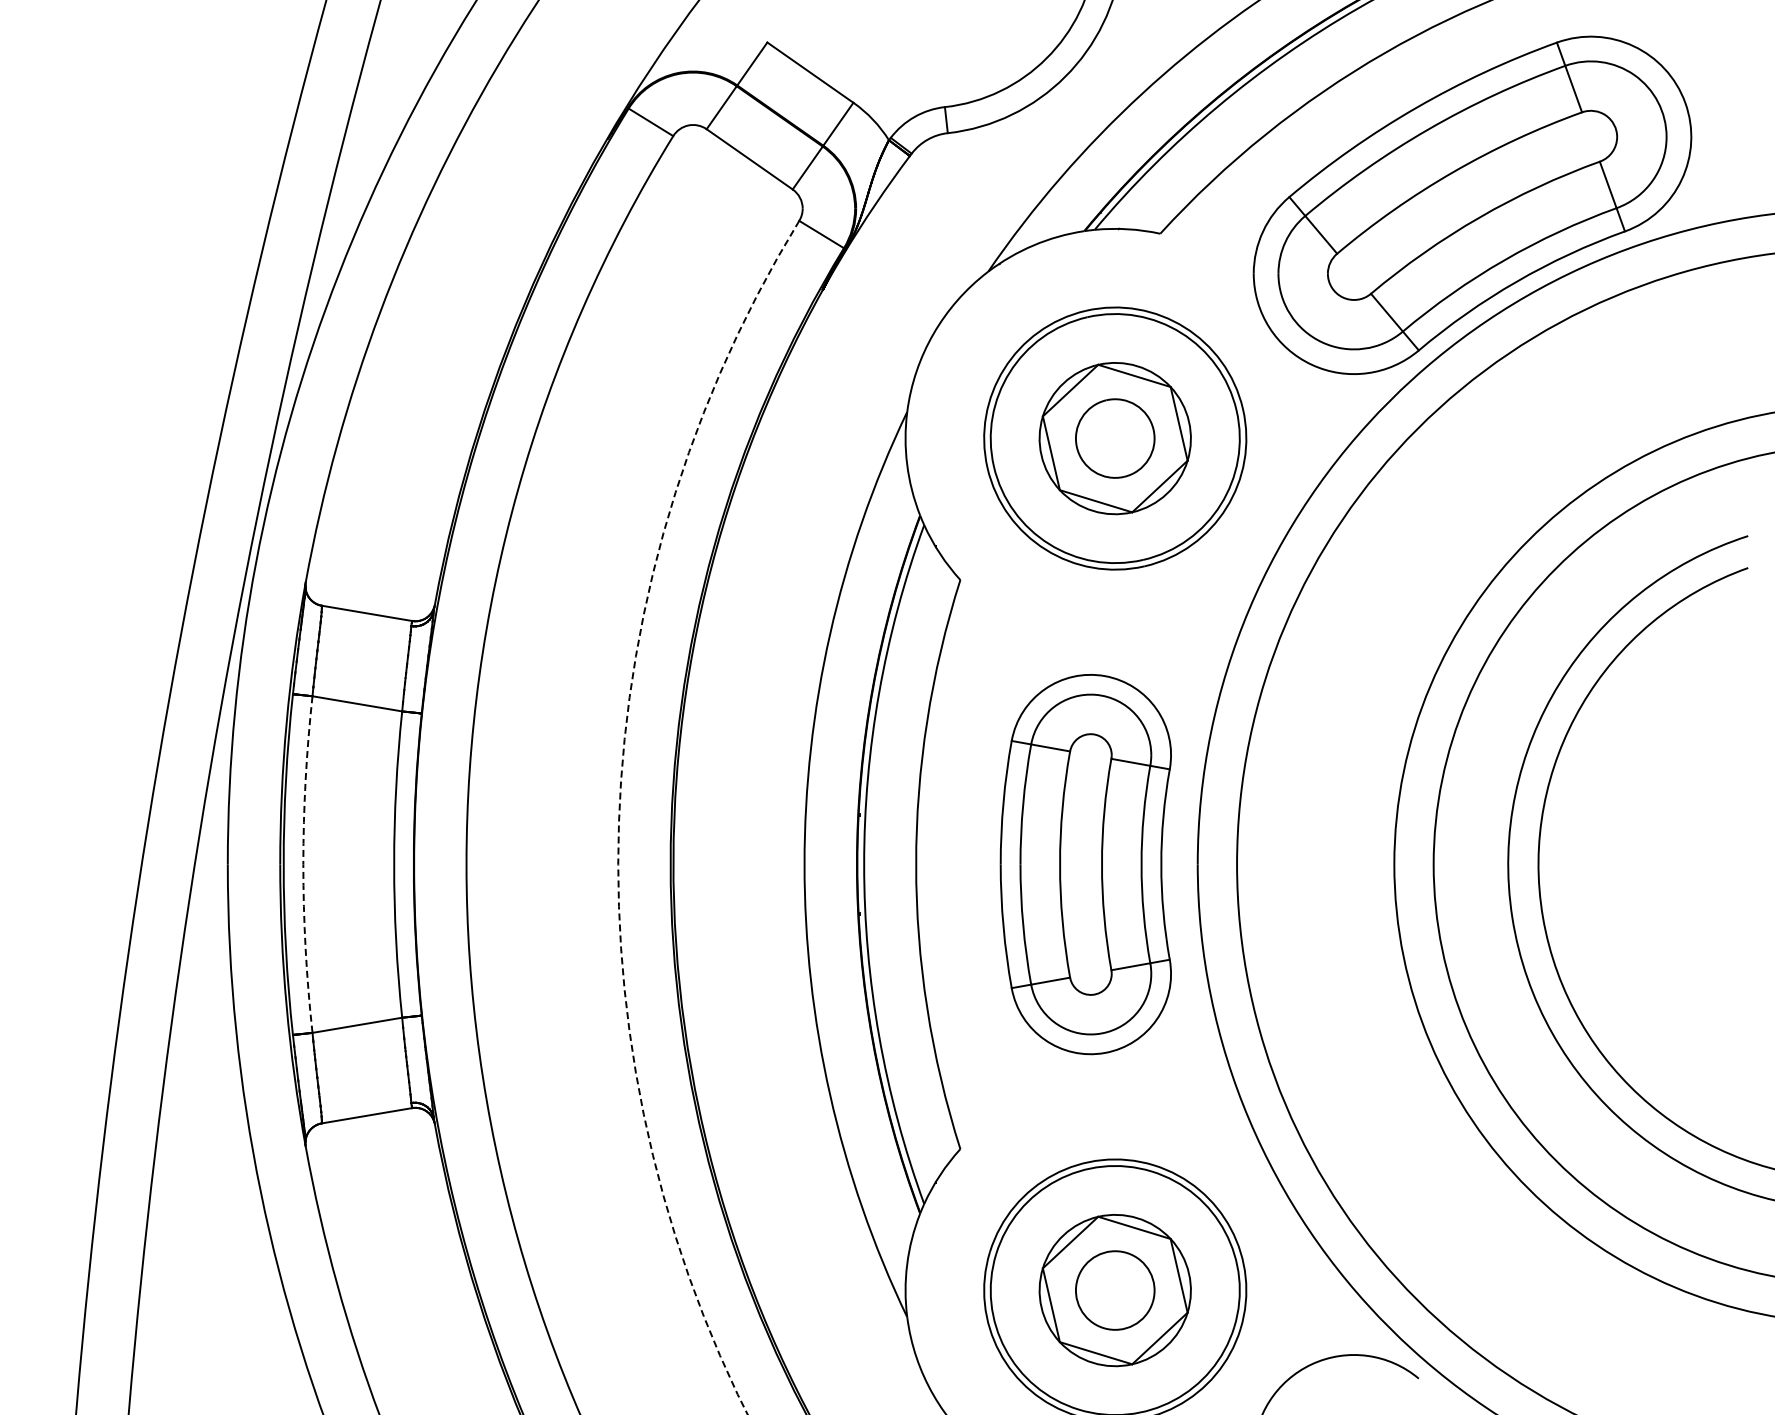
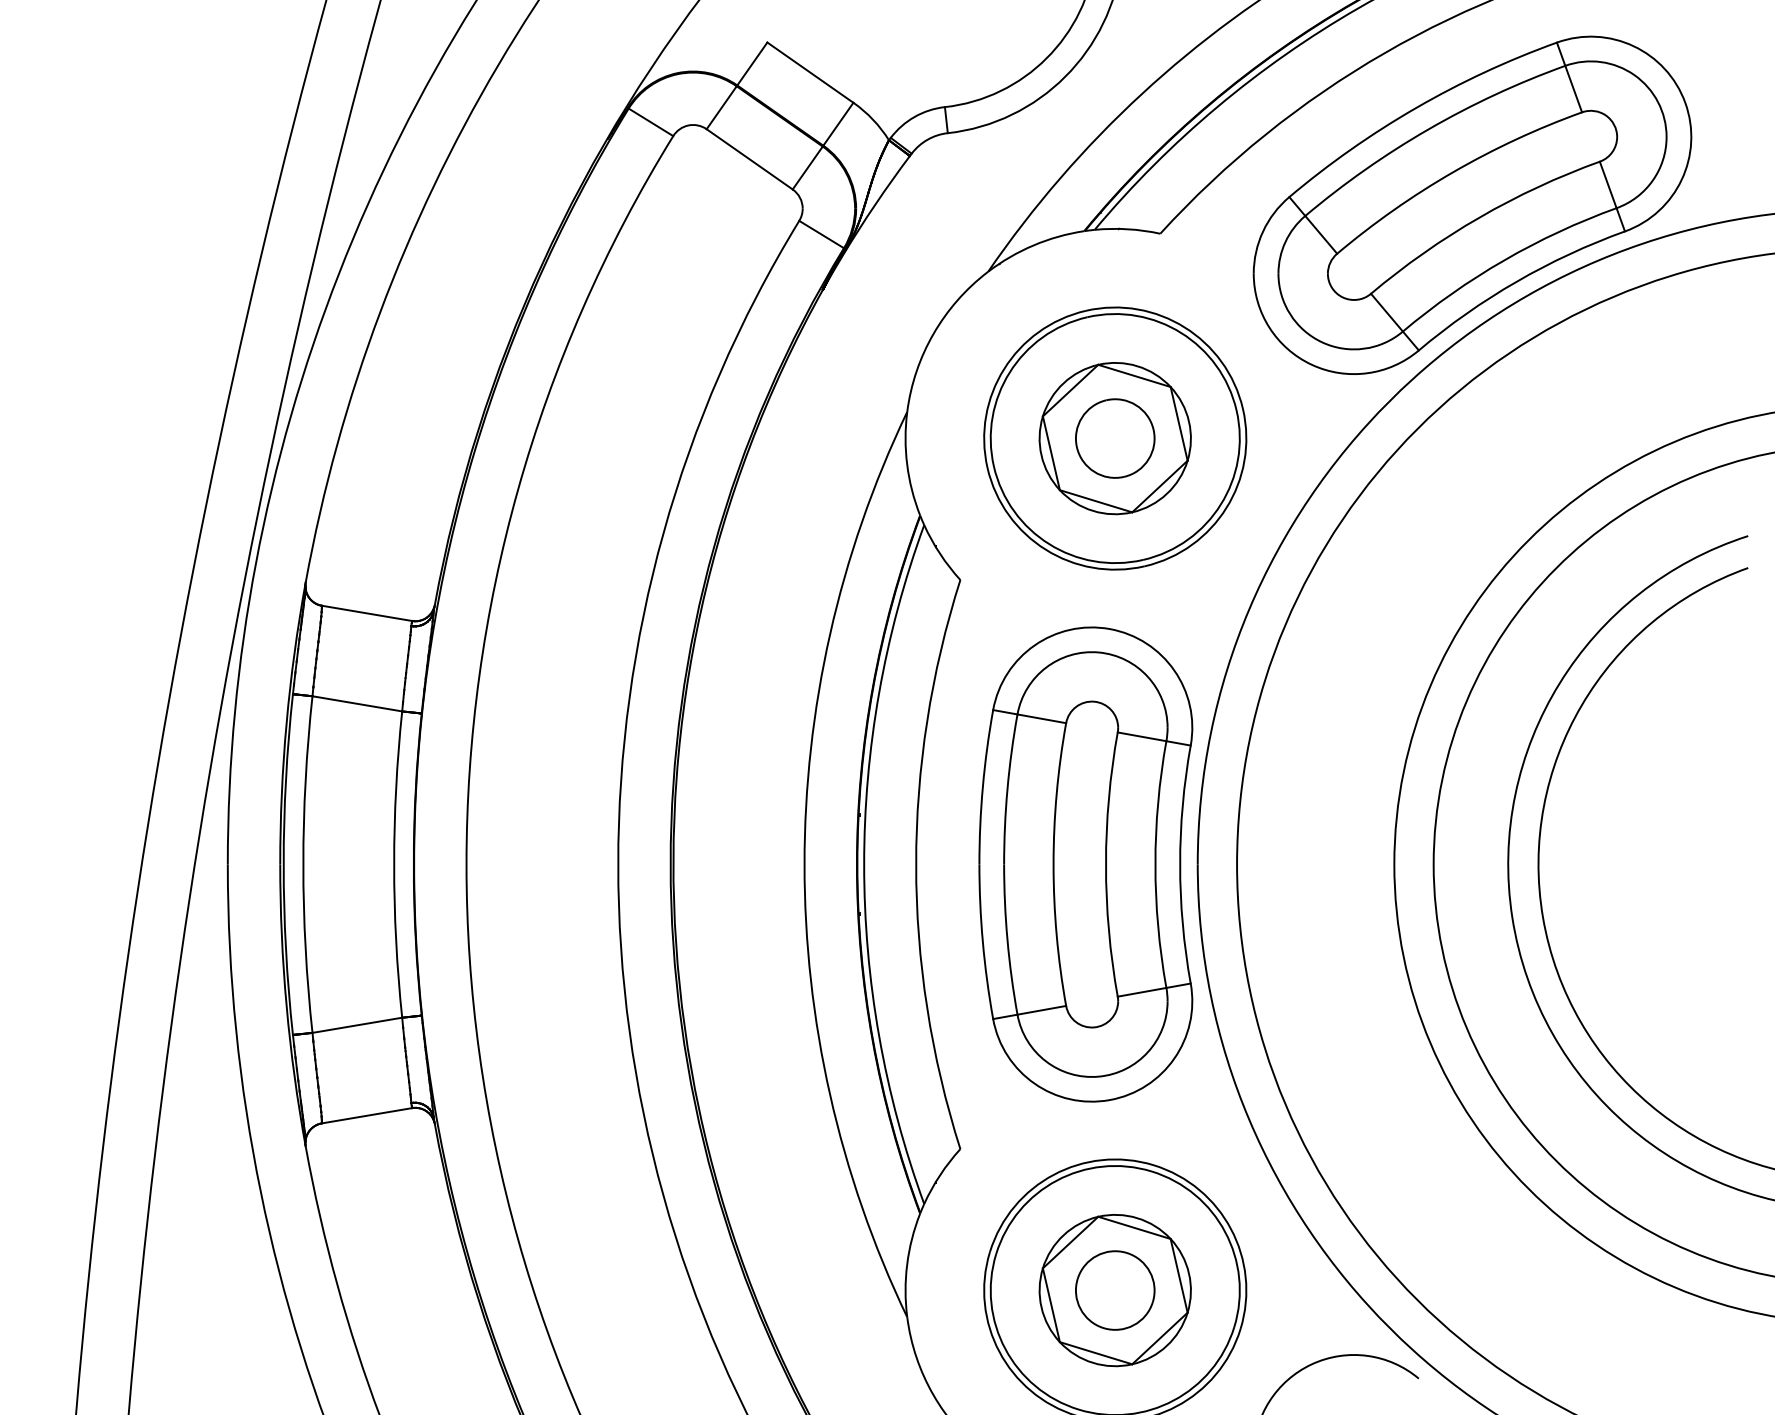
arc at (619, 810): dashed -> solid
arc at (303, 864): dashed -> solid
part at (1085, 864) size: 173x382 px -> 216x477 px
